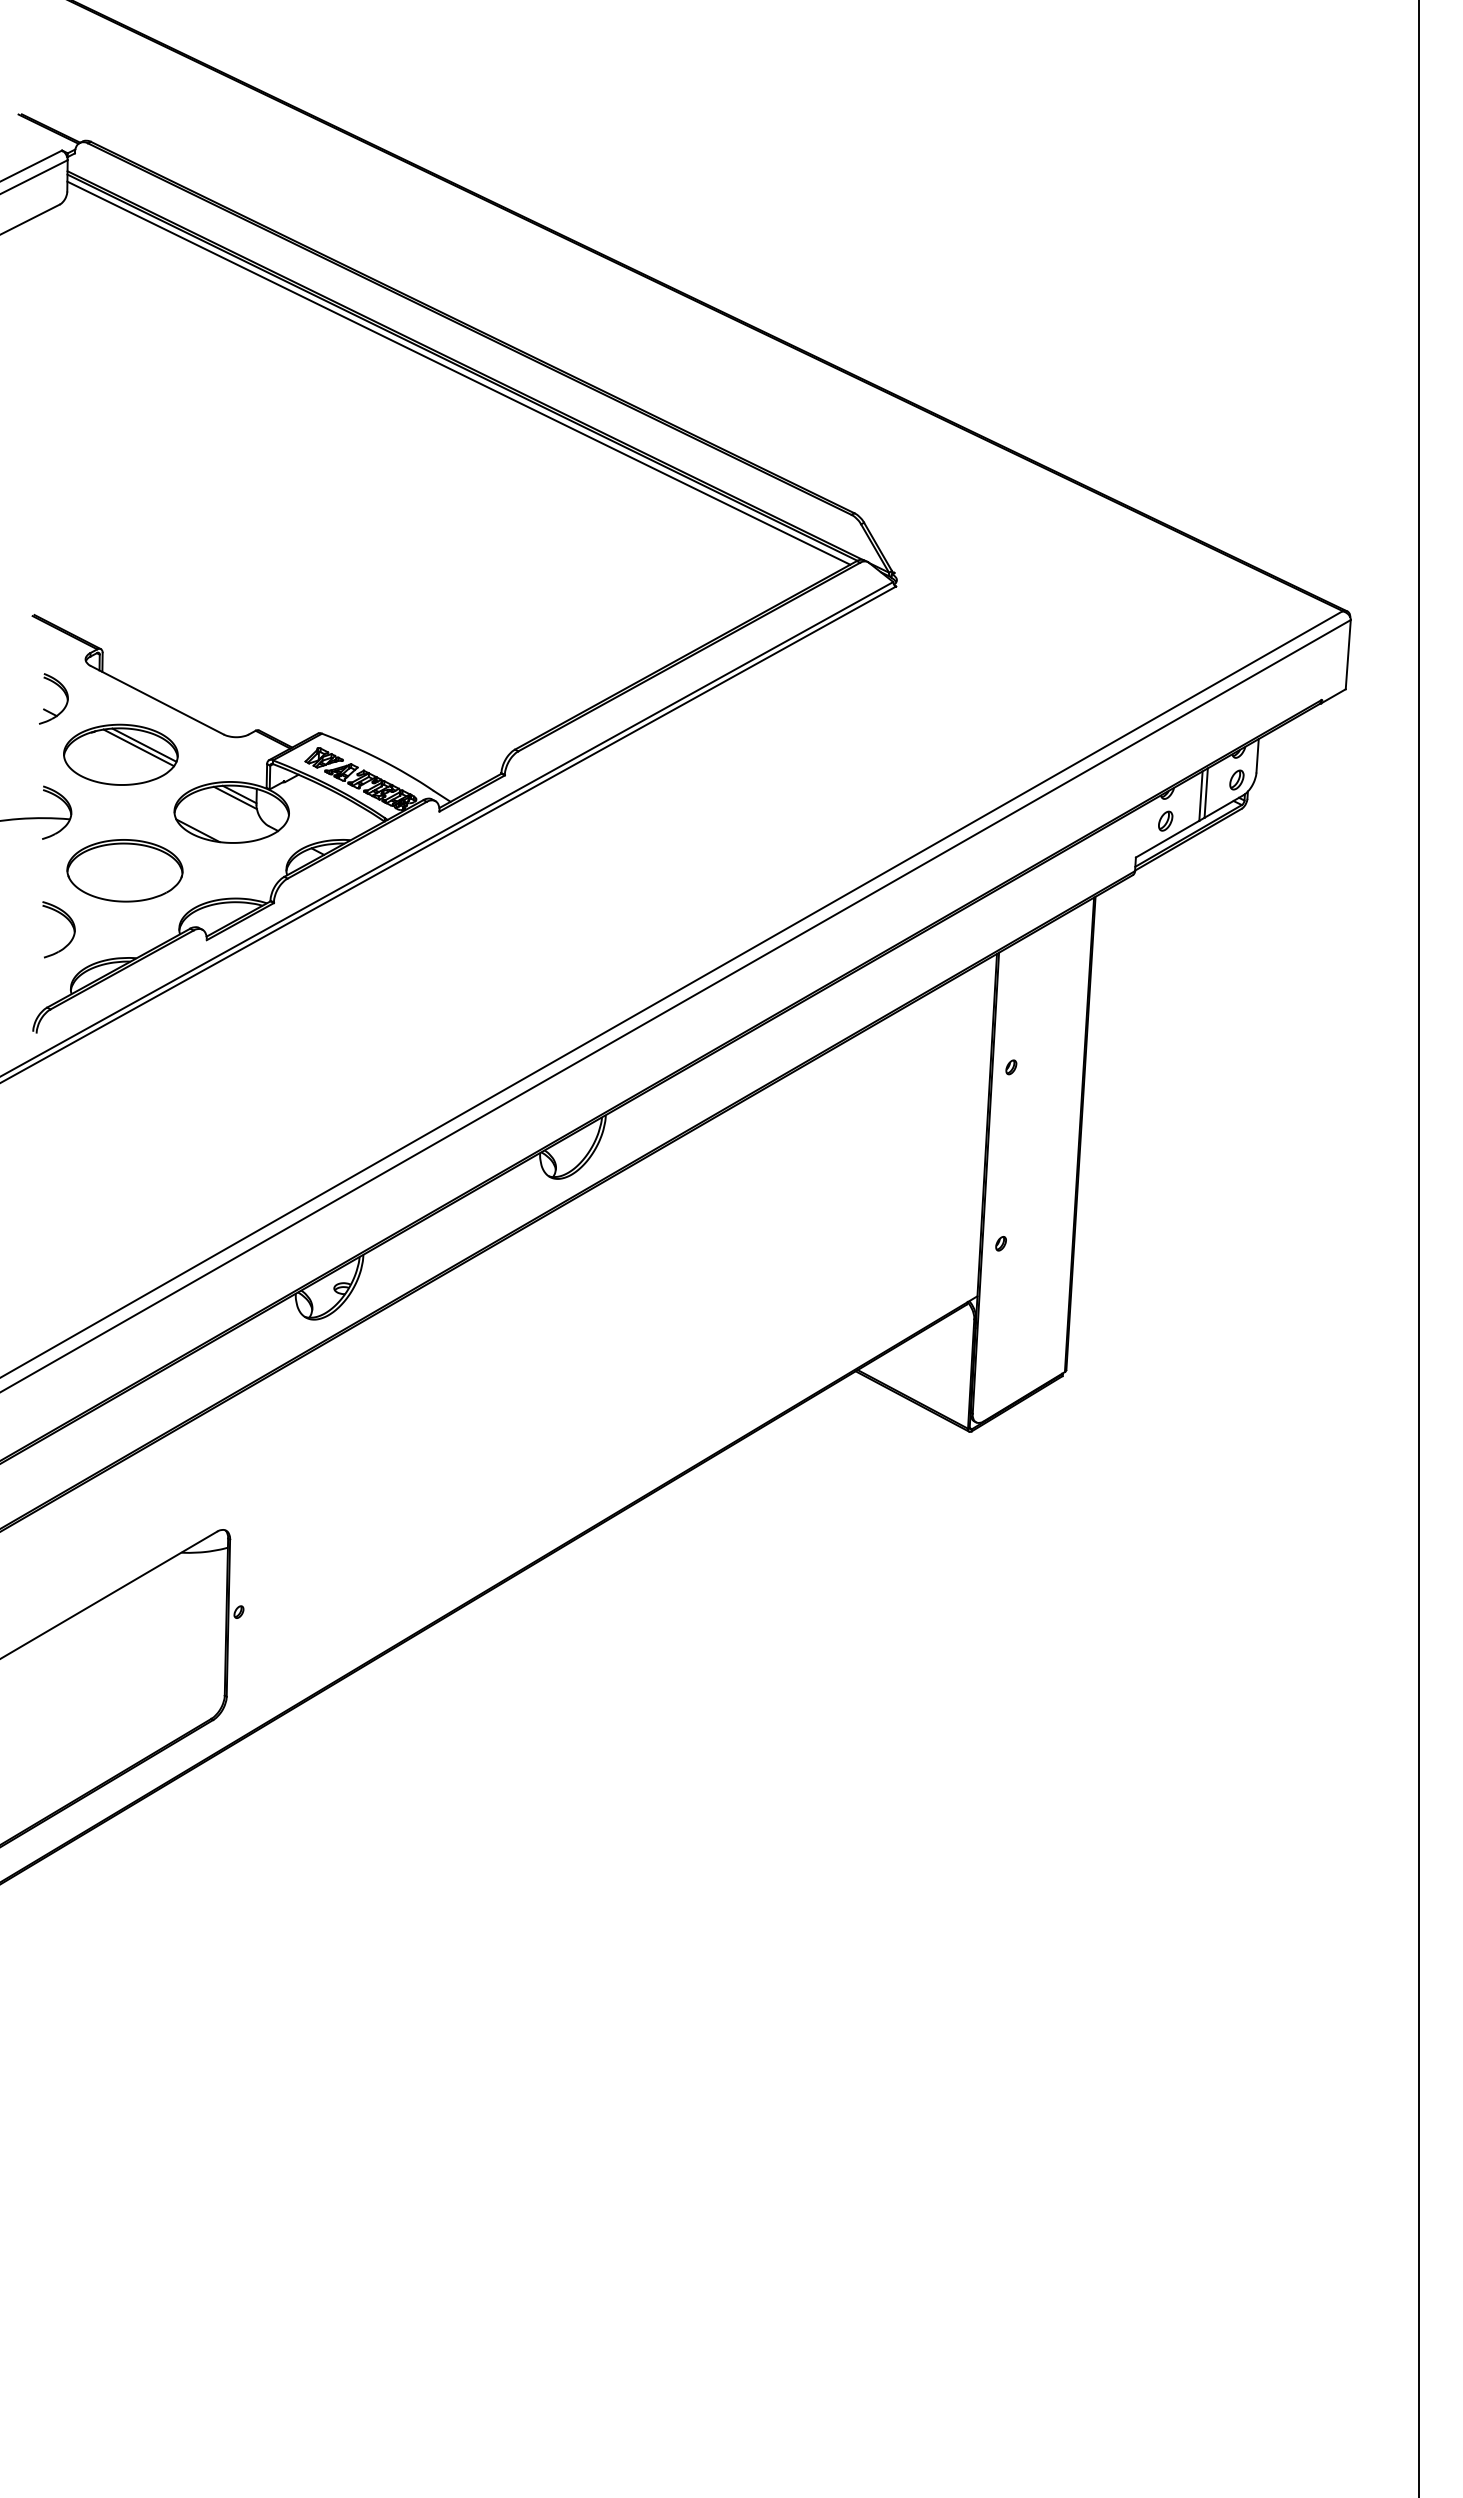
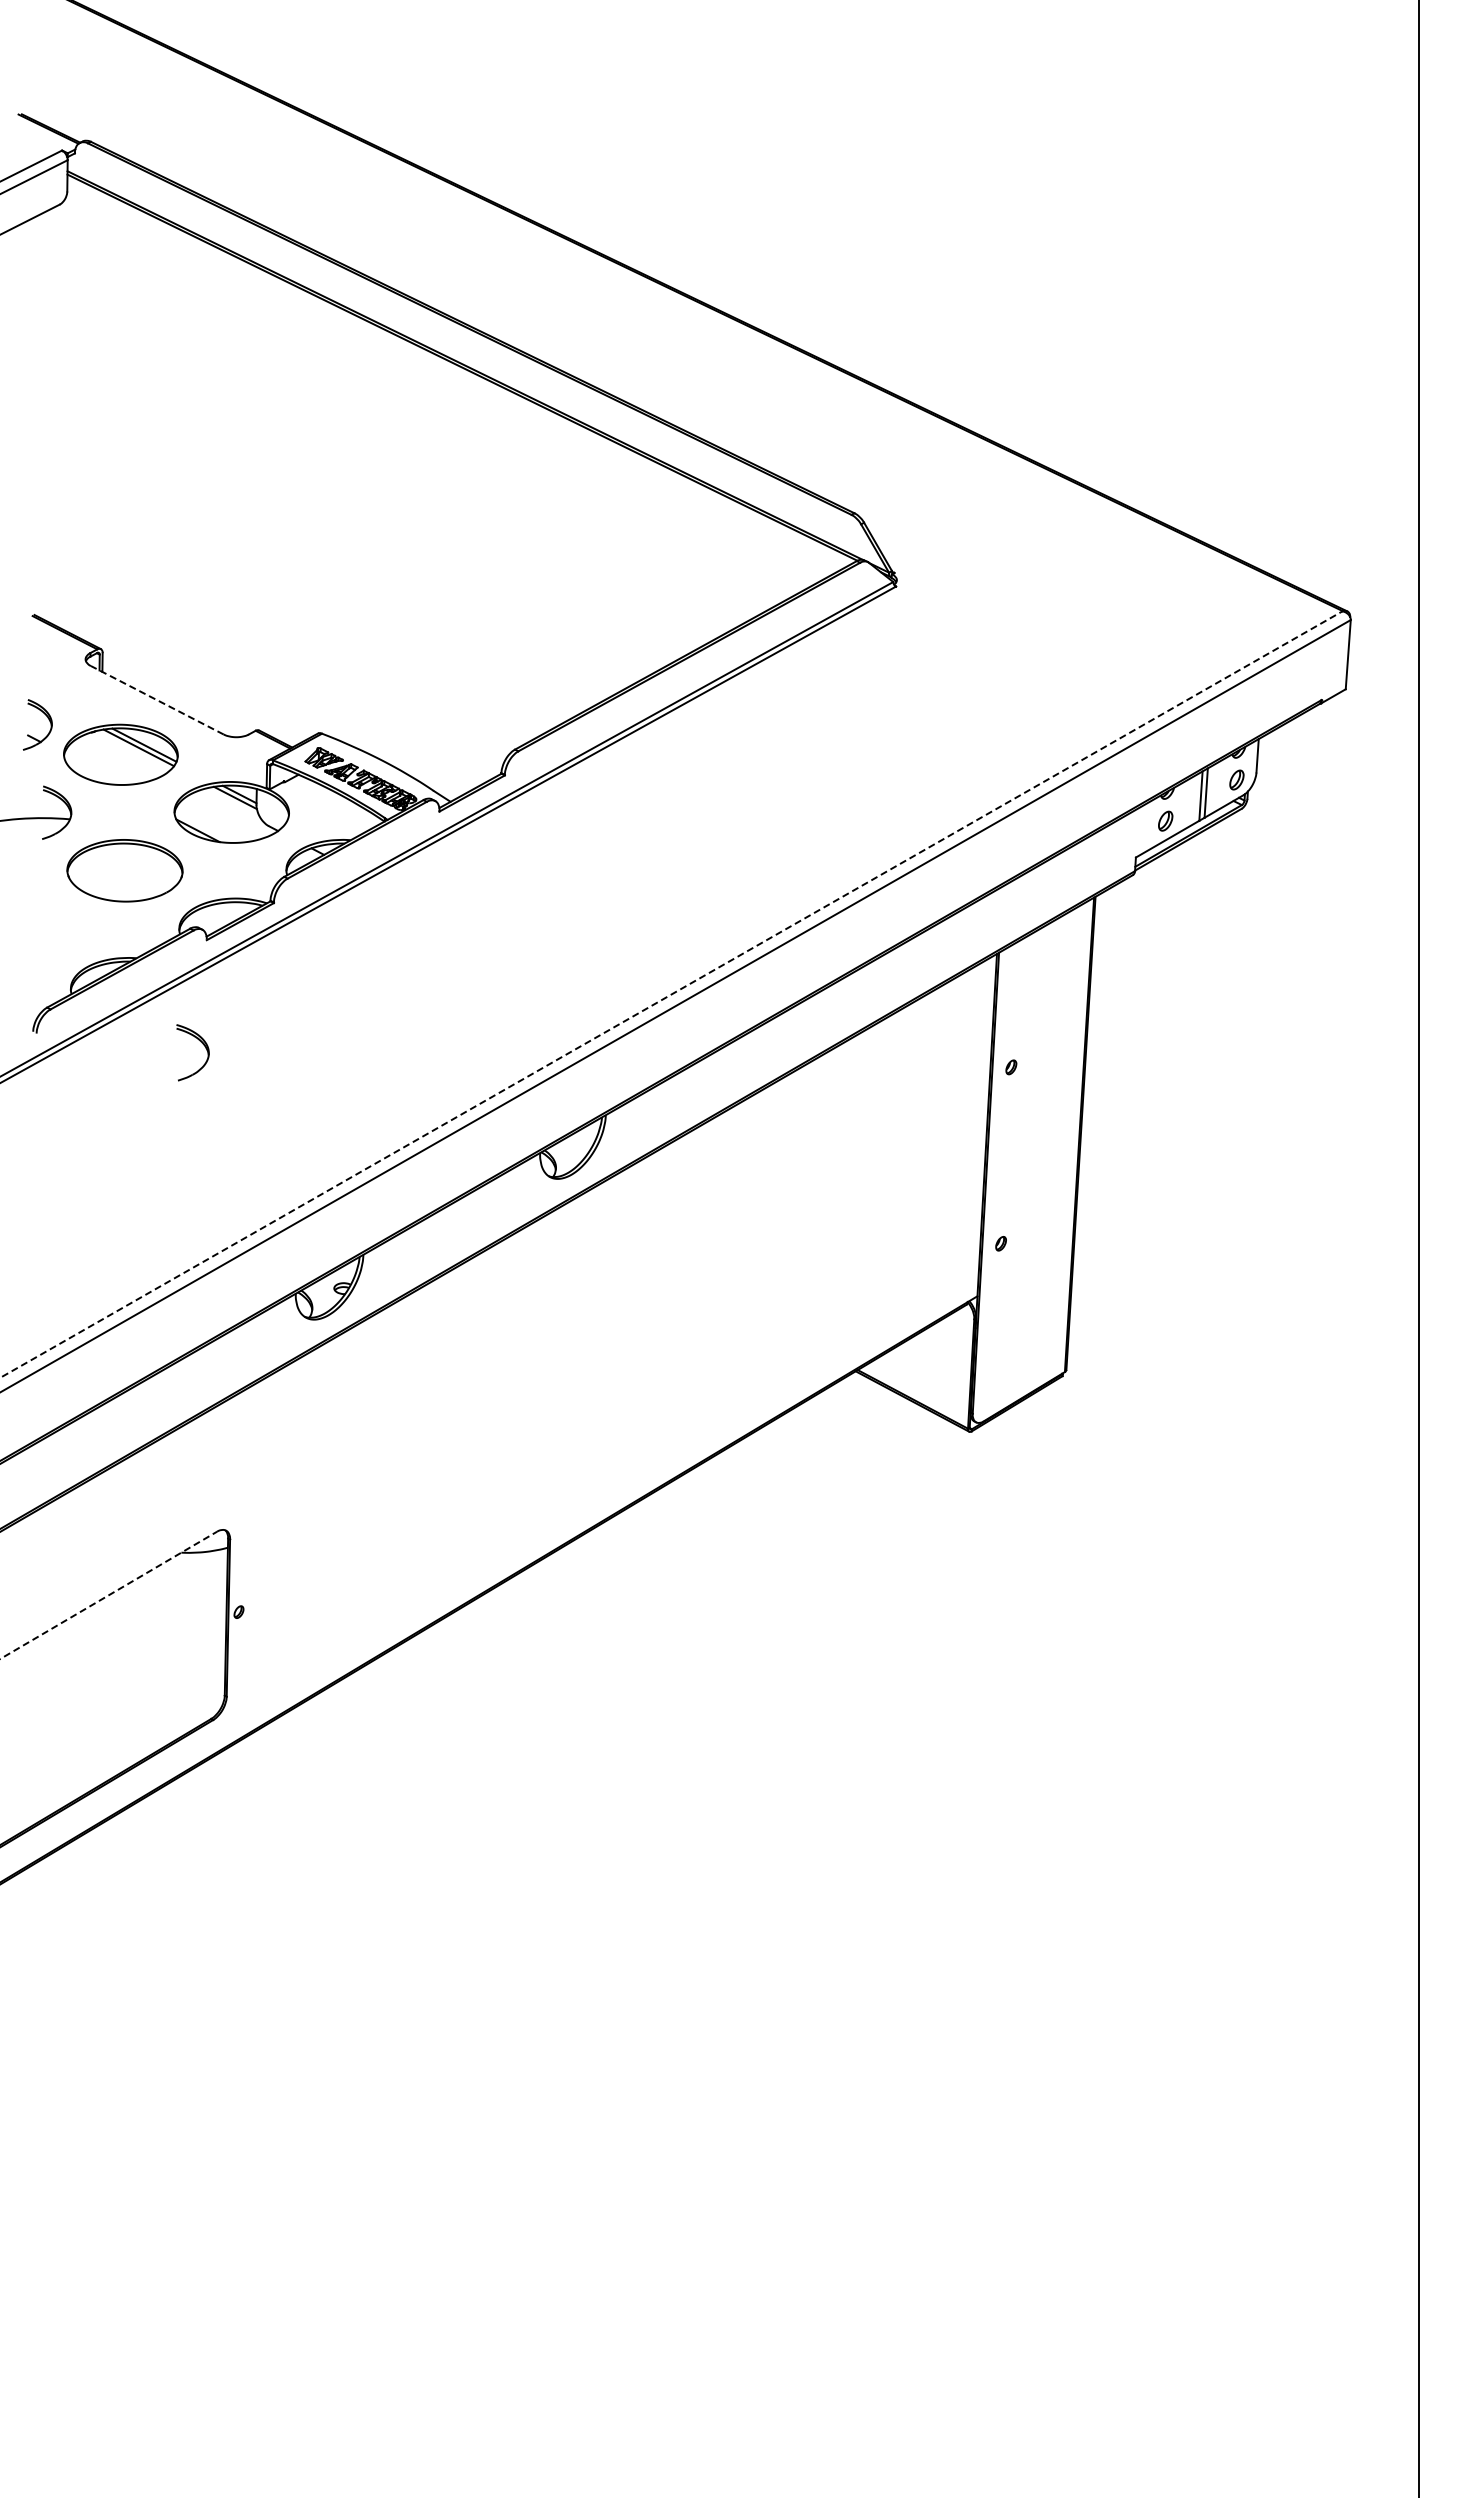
line at (458, 372): present -> none
part at (63, 692) position: (63, 692) -> (47, 718)
line at (157, 700): solid -> dashed
part at (68, 921) position: (68, 921) -> (202, 1044)
line at (671, 994): solid -> dashed
line at (108, 1595): solid -> dashed
